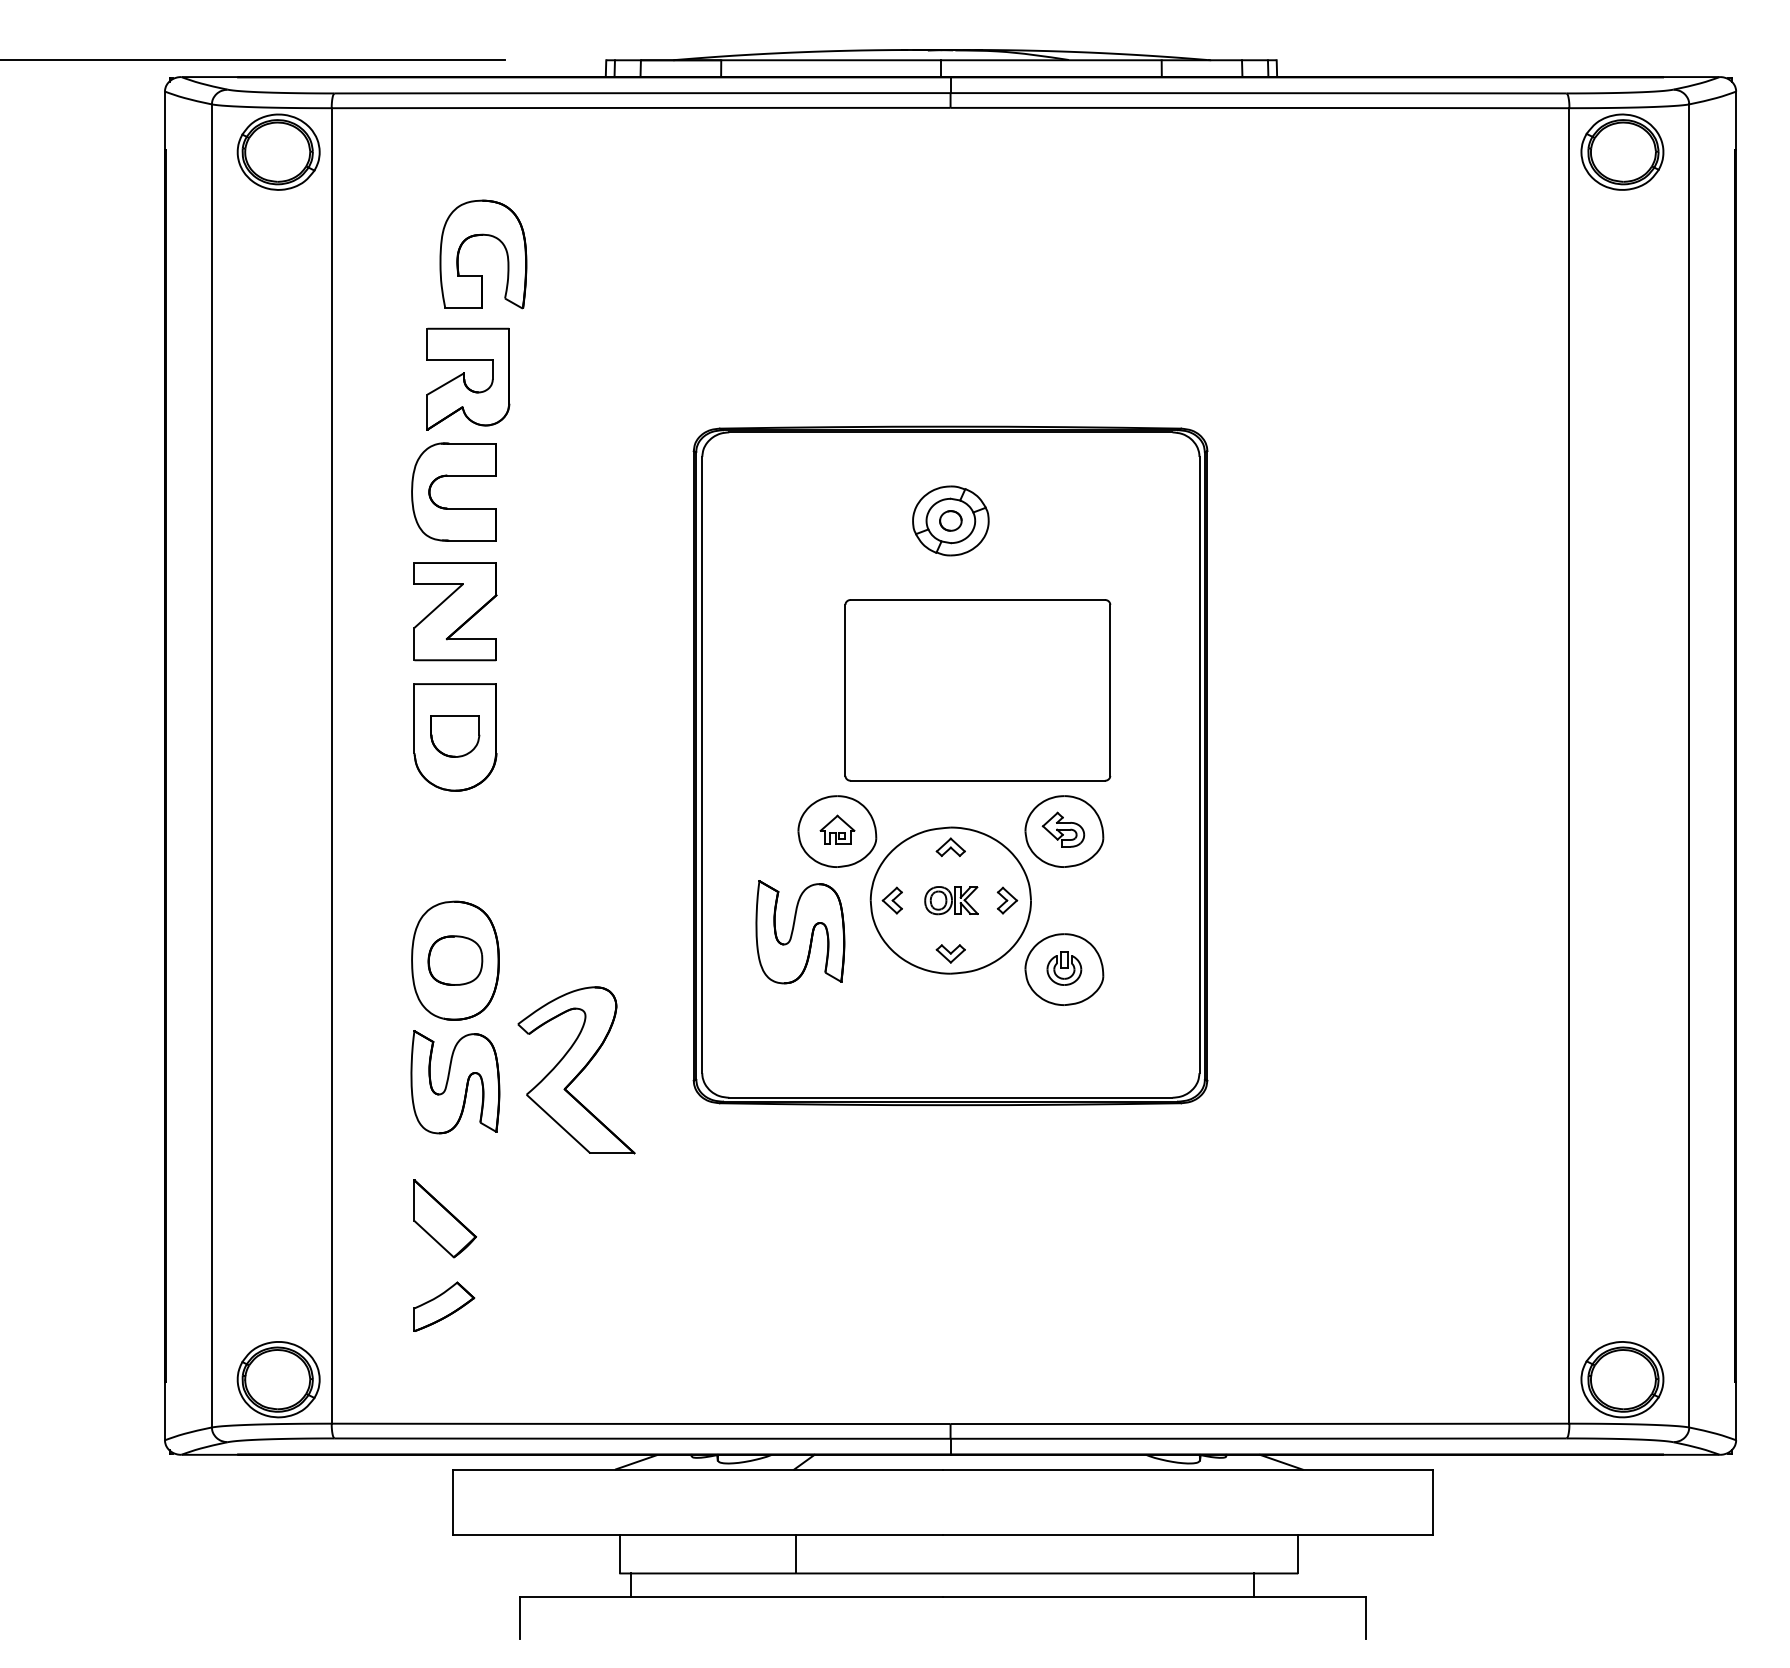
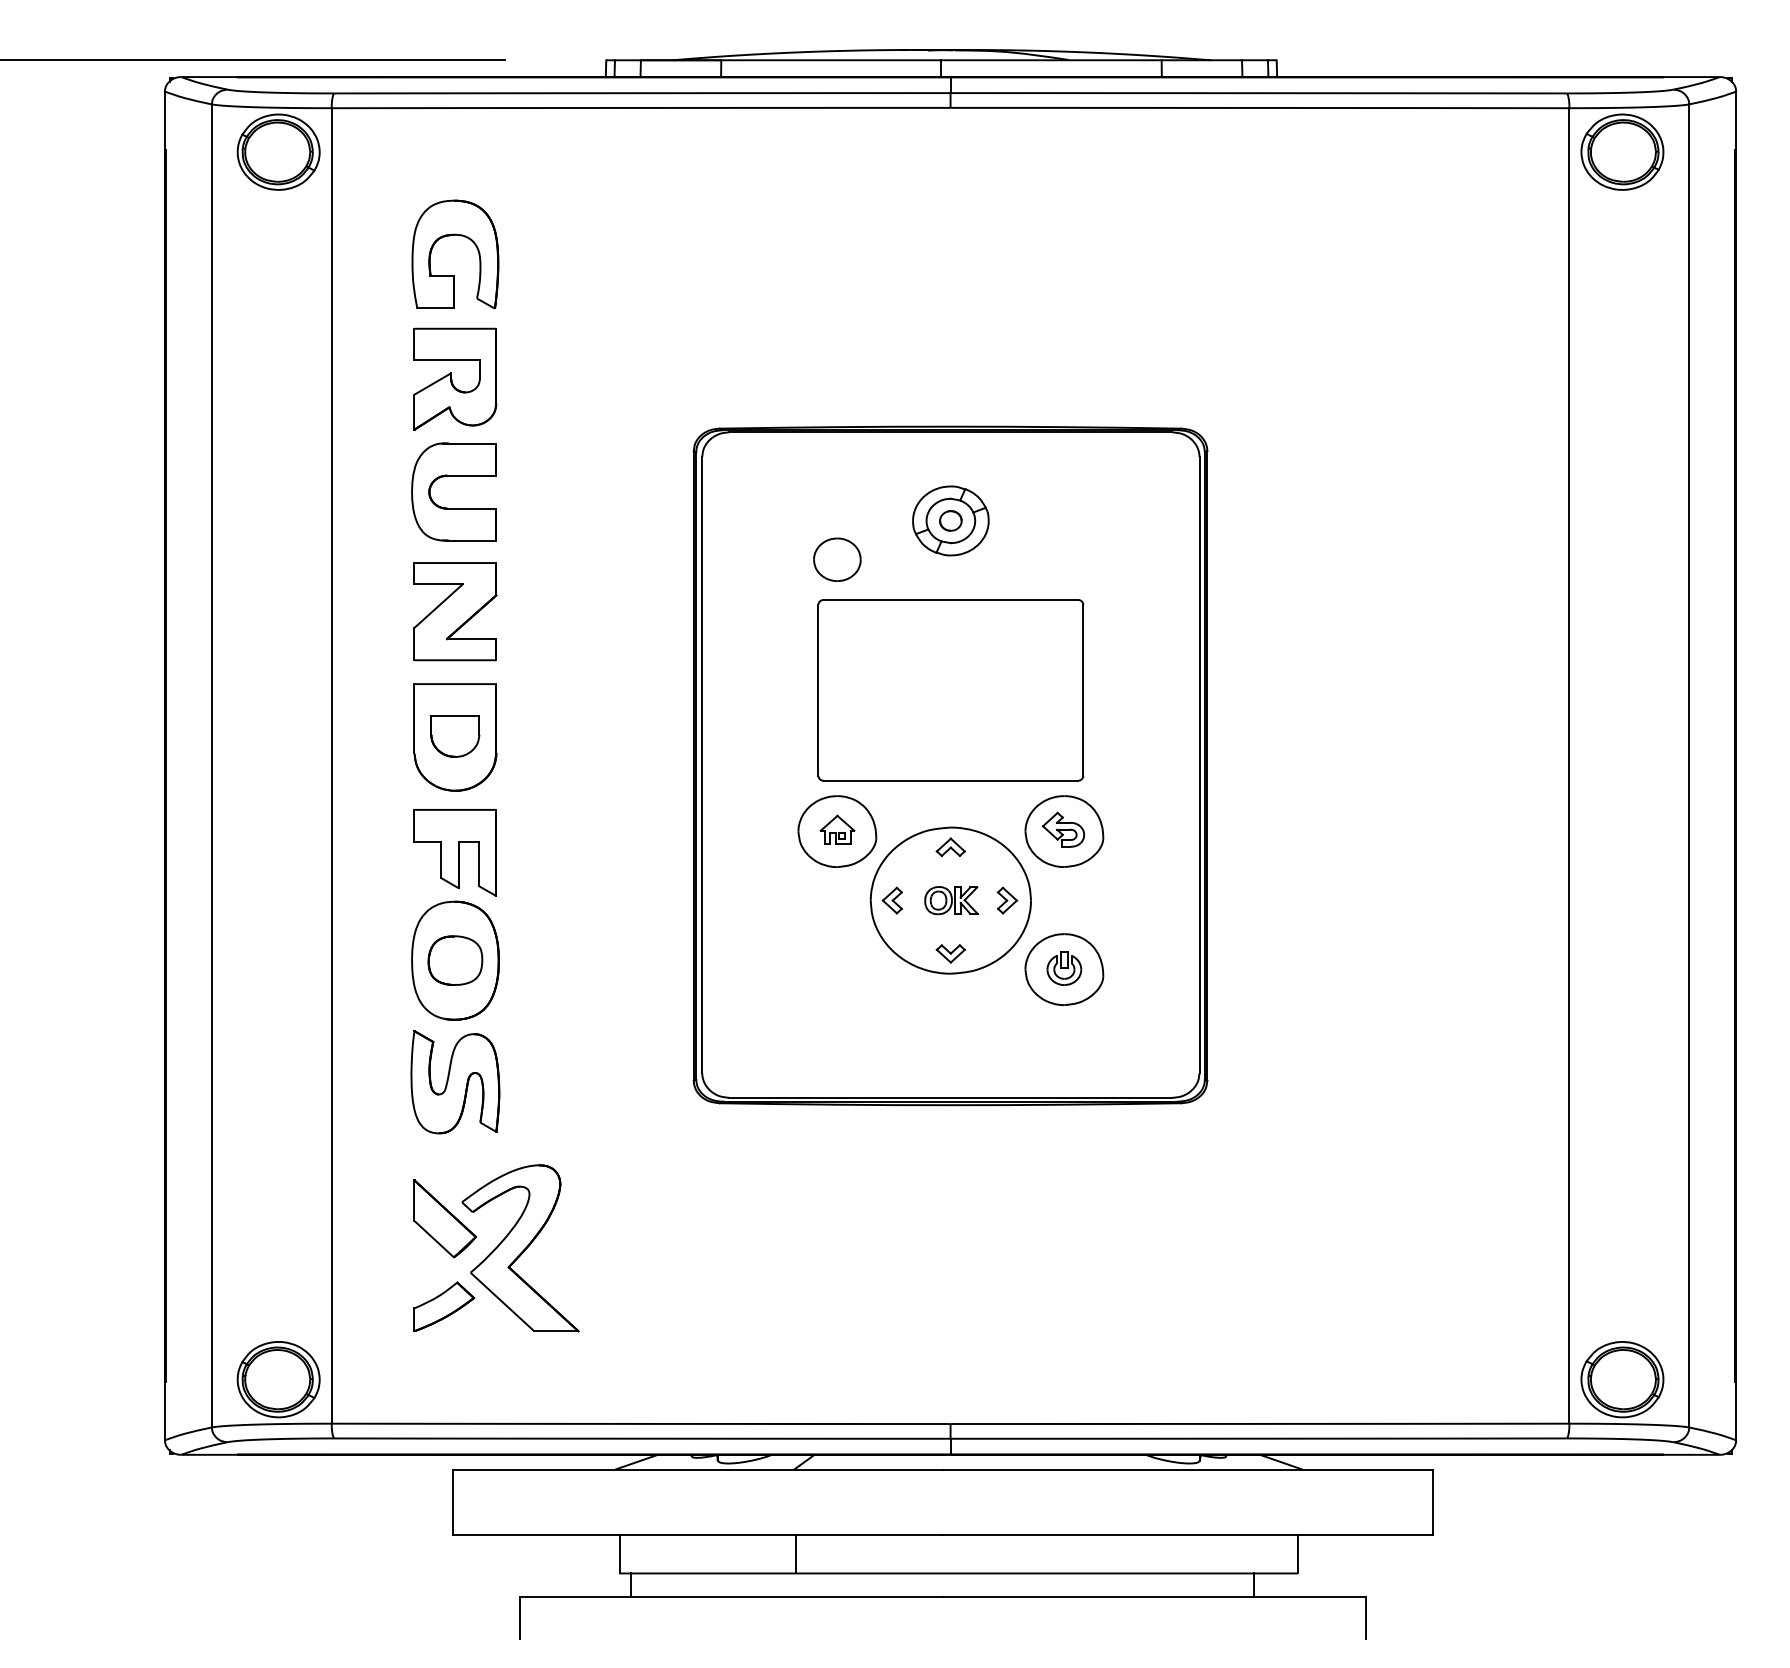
part at (478, 236) position: (478, 236) -> (450, 236)
part at (468, 378) position: (468, 378) -> (455, 378)
part at (837, 559): none -> present
part at (977, 690) position: (977, 690) -> (950, 690)
part at (454, 852): none -> present
part at (800, 932): present -> none
part at (576, 1070) position: (576, 1070) -> (520, 1248)
